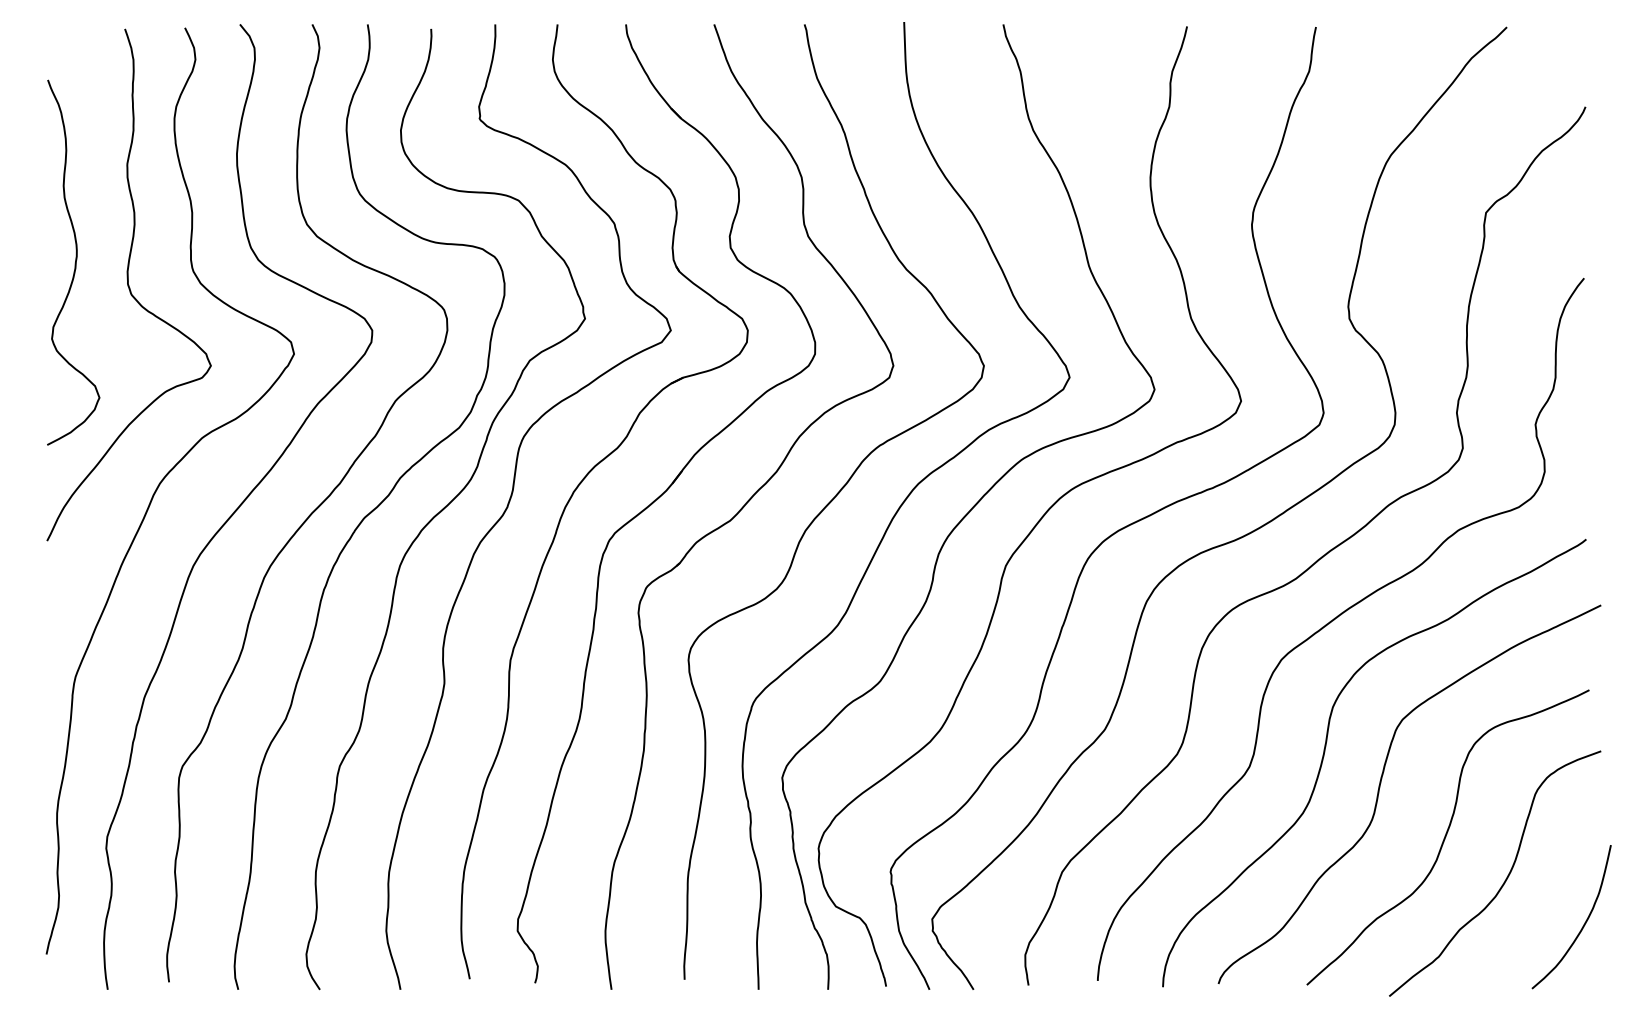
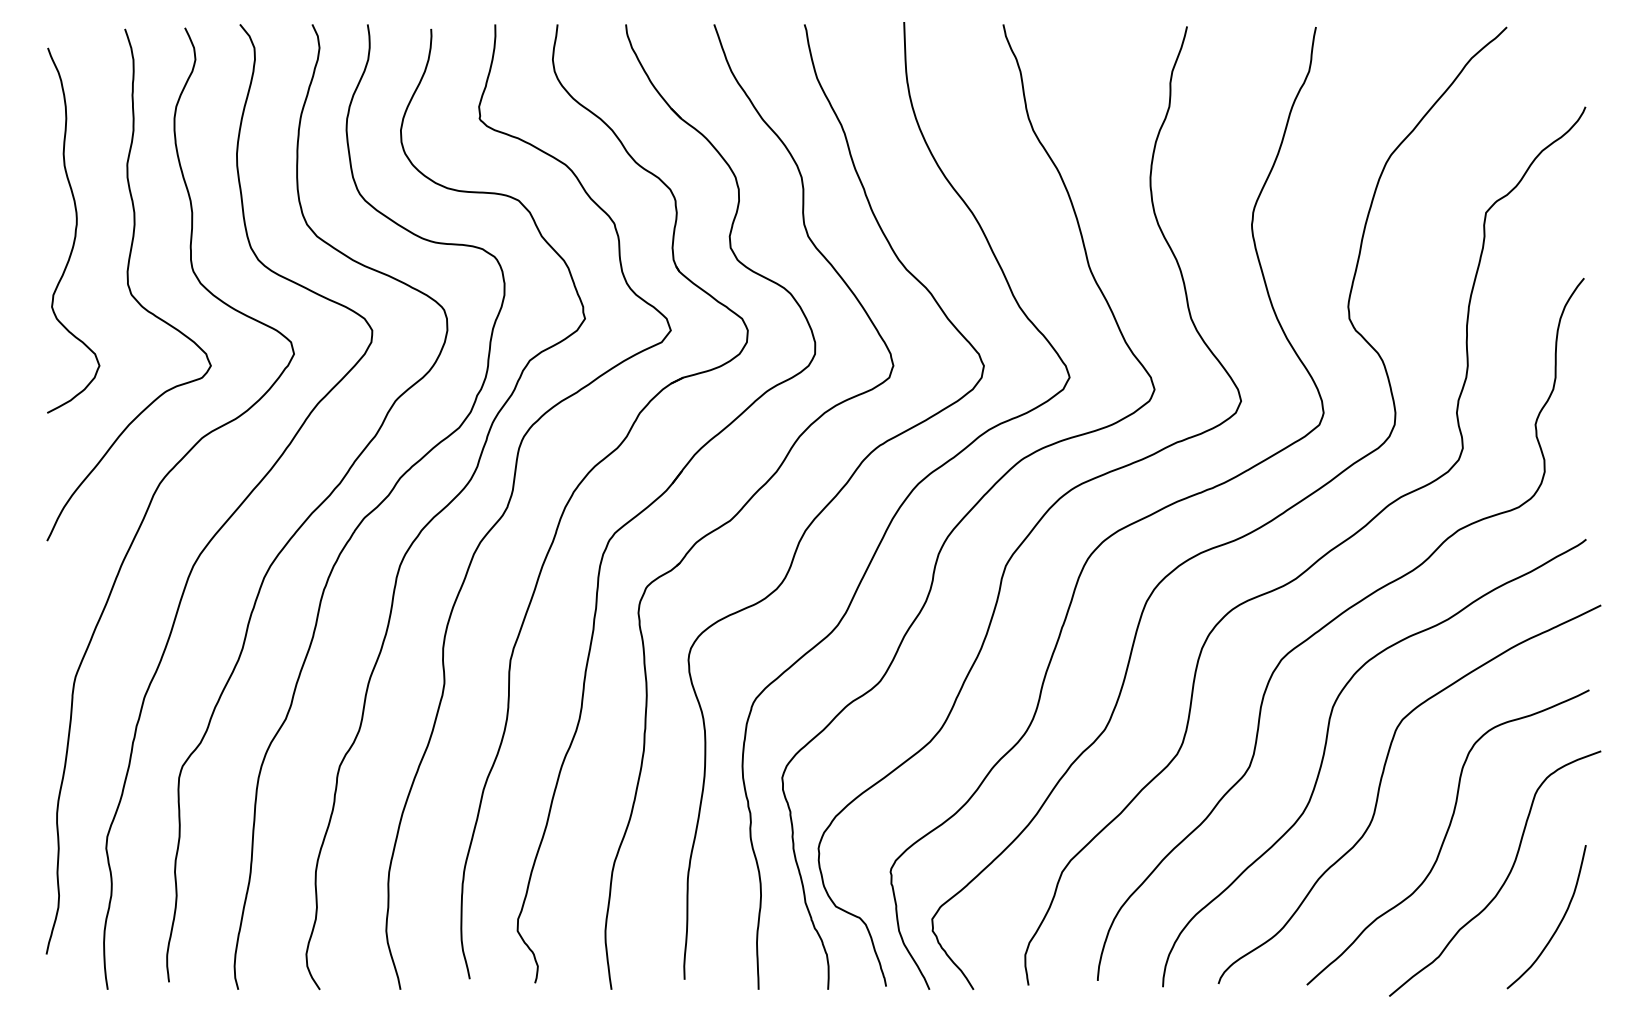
curve at (74, 263) position: (74, 263) -> (74, 231)
curve at (1583, 924) position: (1583, 924) -> (1558, 924)
